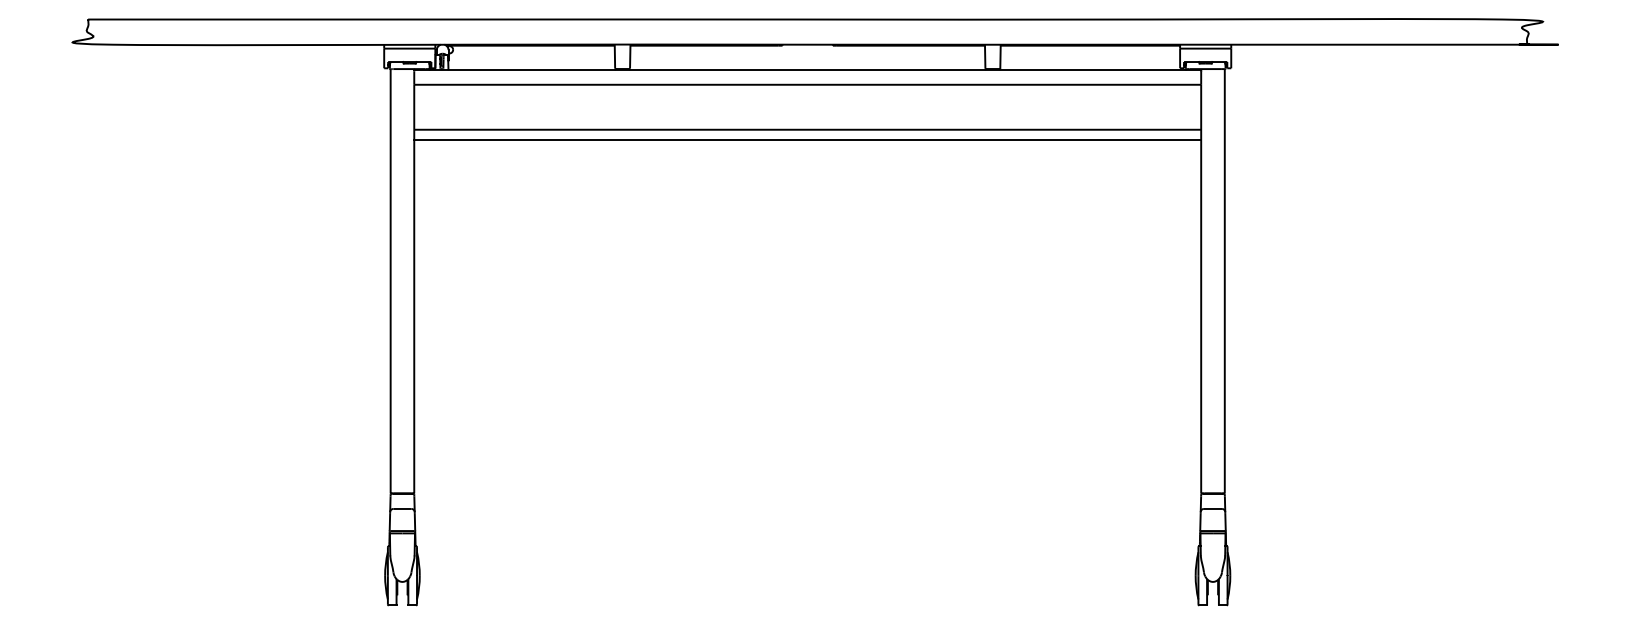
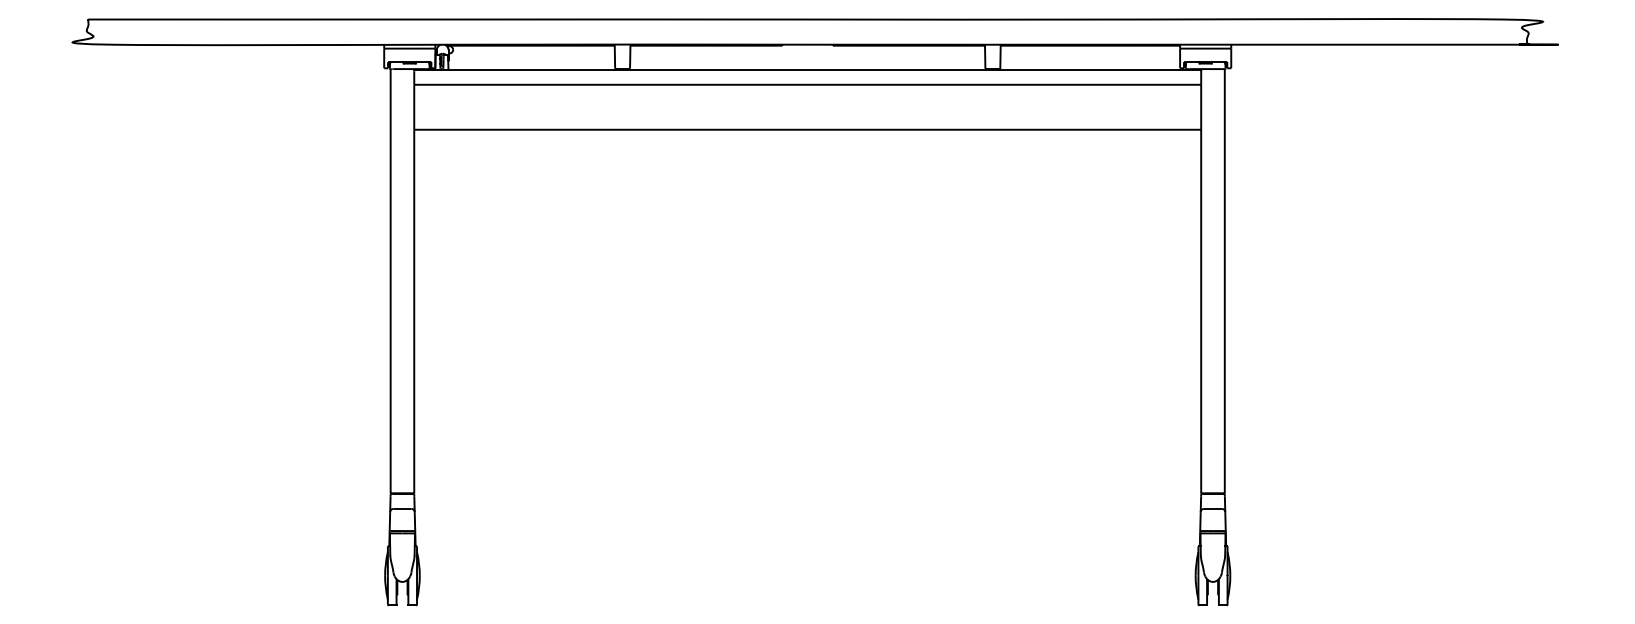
line at (807, 140): present -> none
